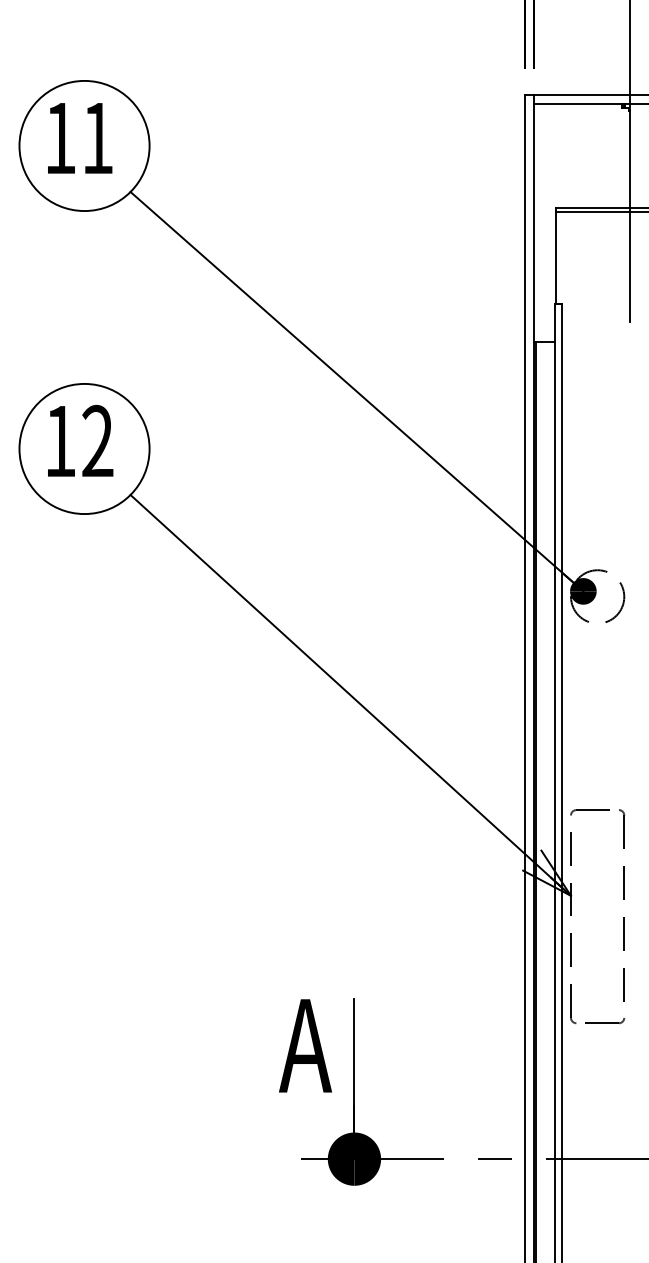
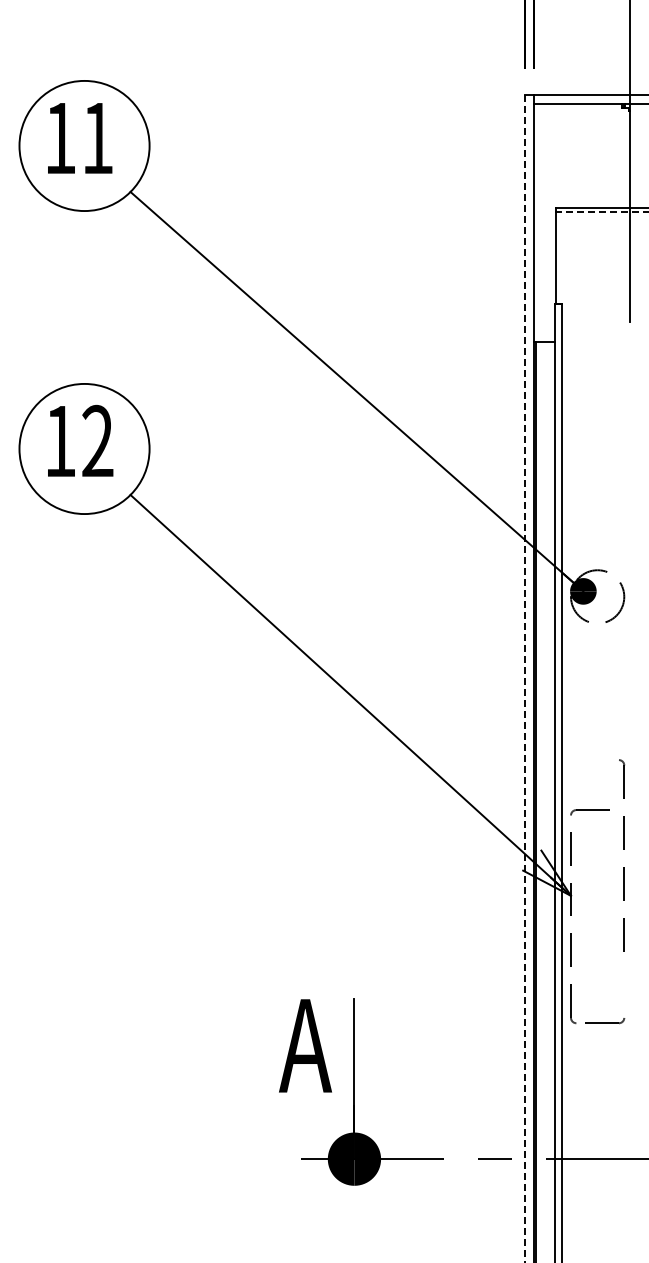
line at (602, 212): solid -> dashed
line at (524, 678): solid -> dashed
part at (623, 899) position: (623, 899) -> (623, 849)
